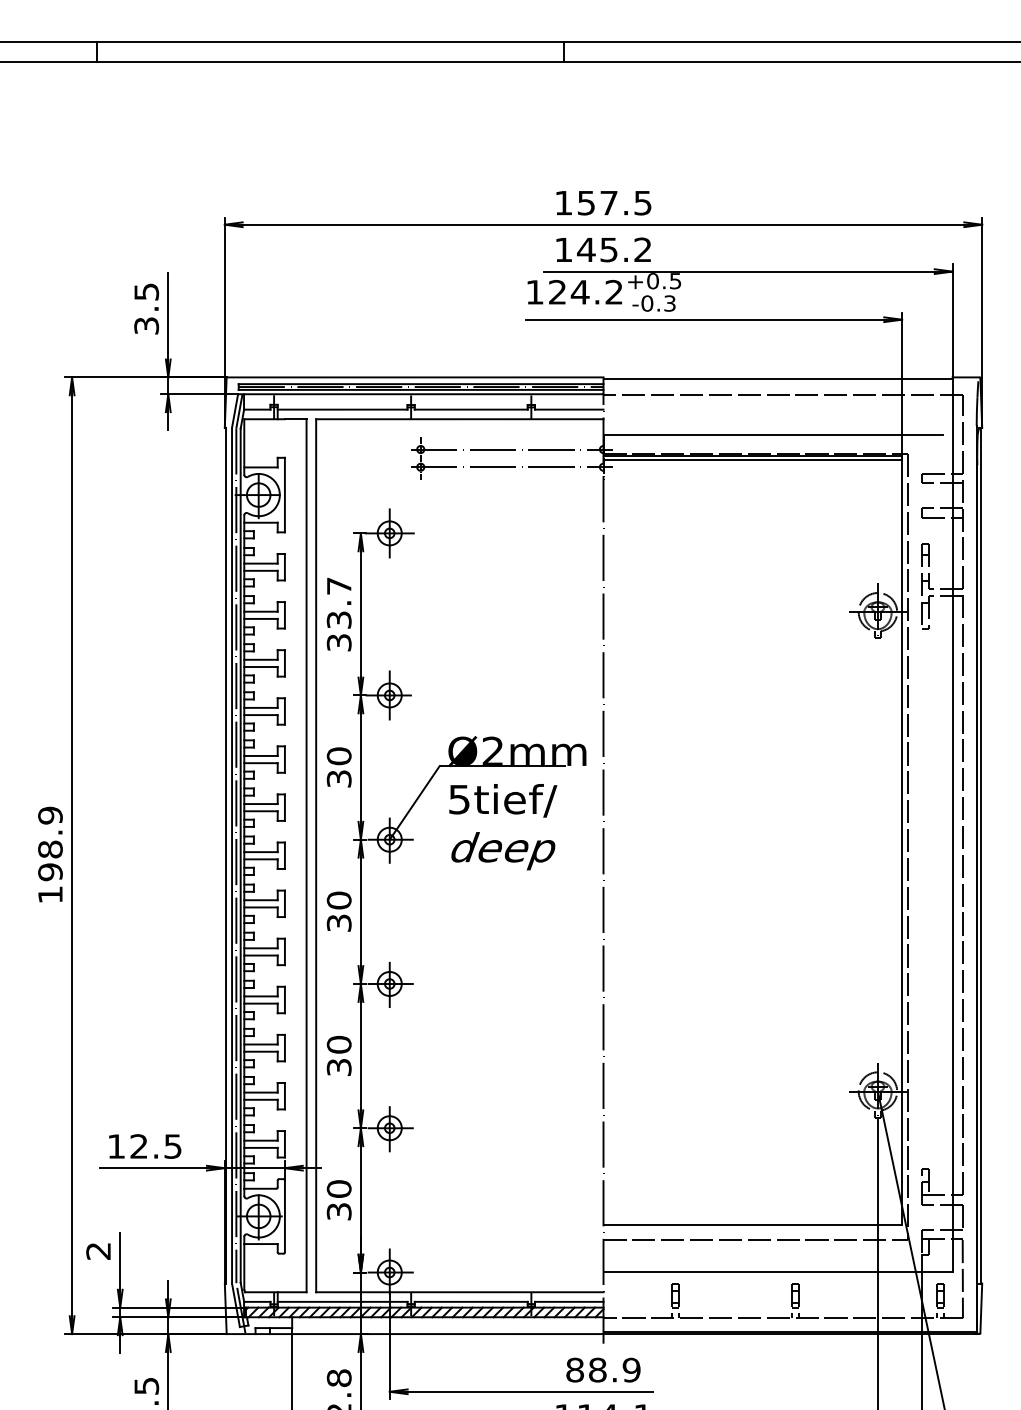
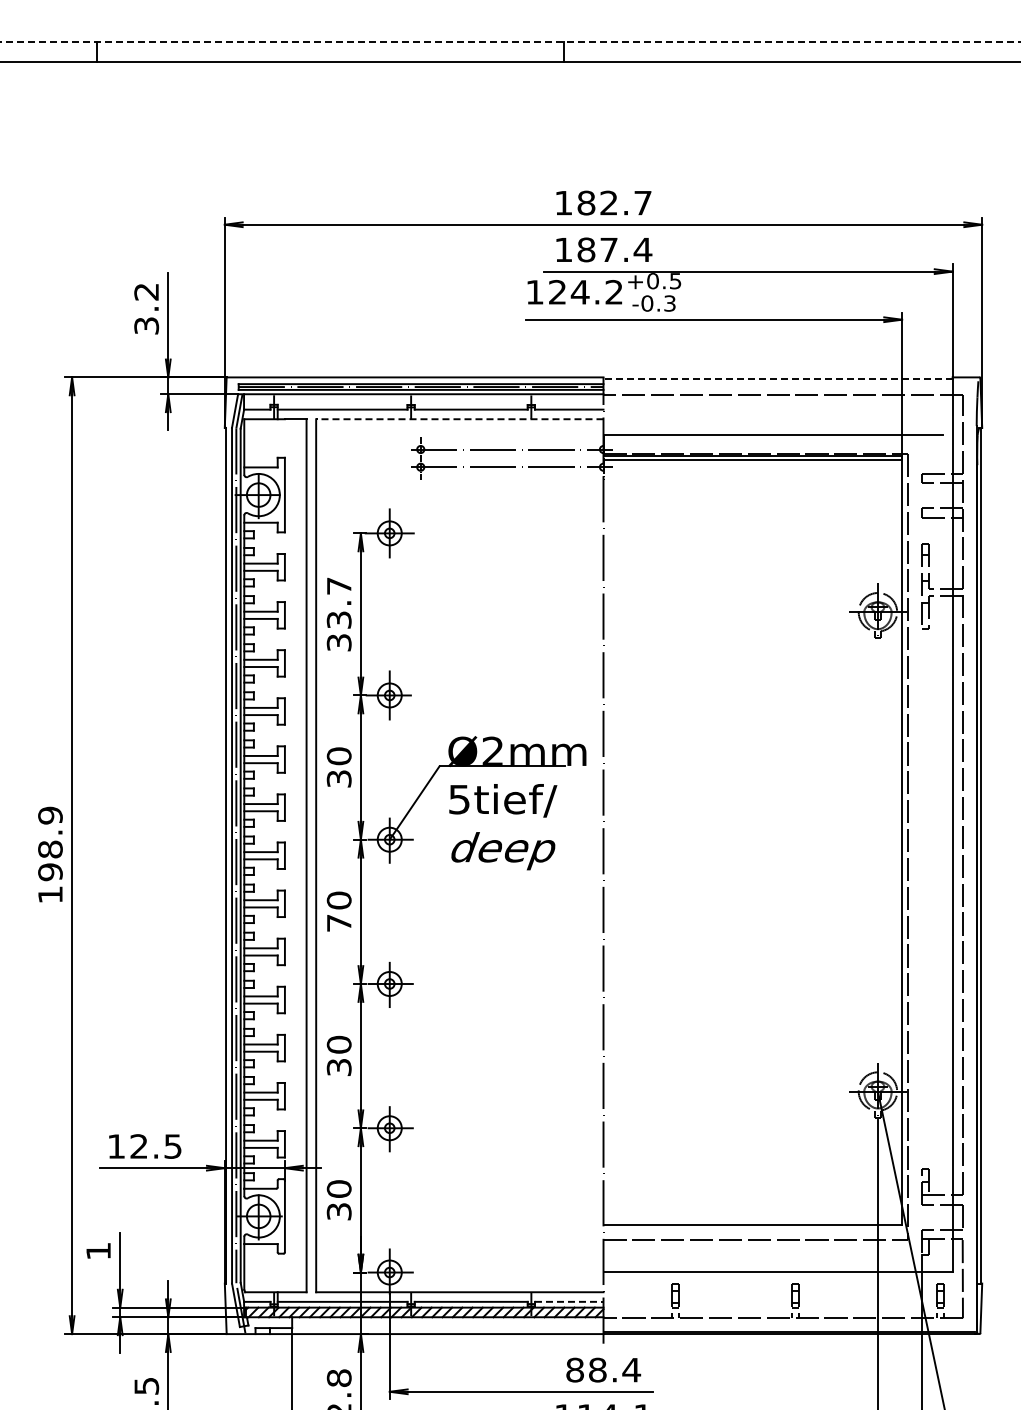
line at (510, 42): solid -> dashed
text at (614, 202): 157.5 -> 182.7
text at (614, 249): 145.2 -> 187.4
text at (146, 291): 3.5 -> 3.2
line at (778, 378): solid -> dashed
line at (459, 419): solid -> dashed
text at (338, 922): 30 -> 70
text at (98, 1251): 2 -> 1
line at (569, 1301): solid -> dashed
text at (631, 1369): 88.9 -> 88.4
